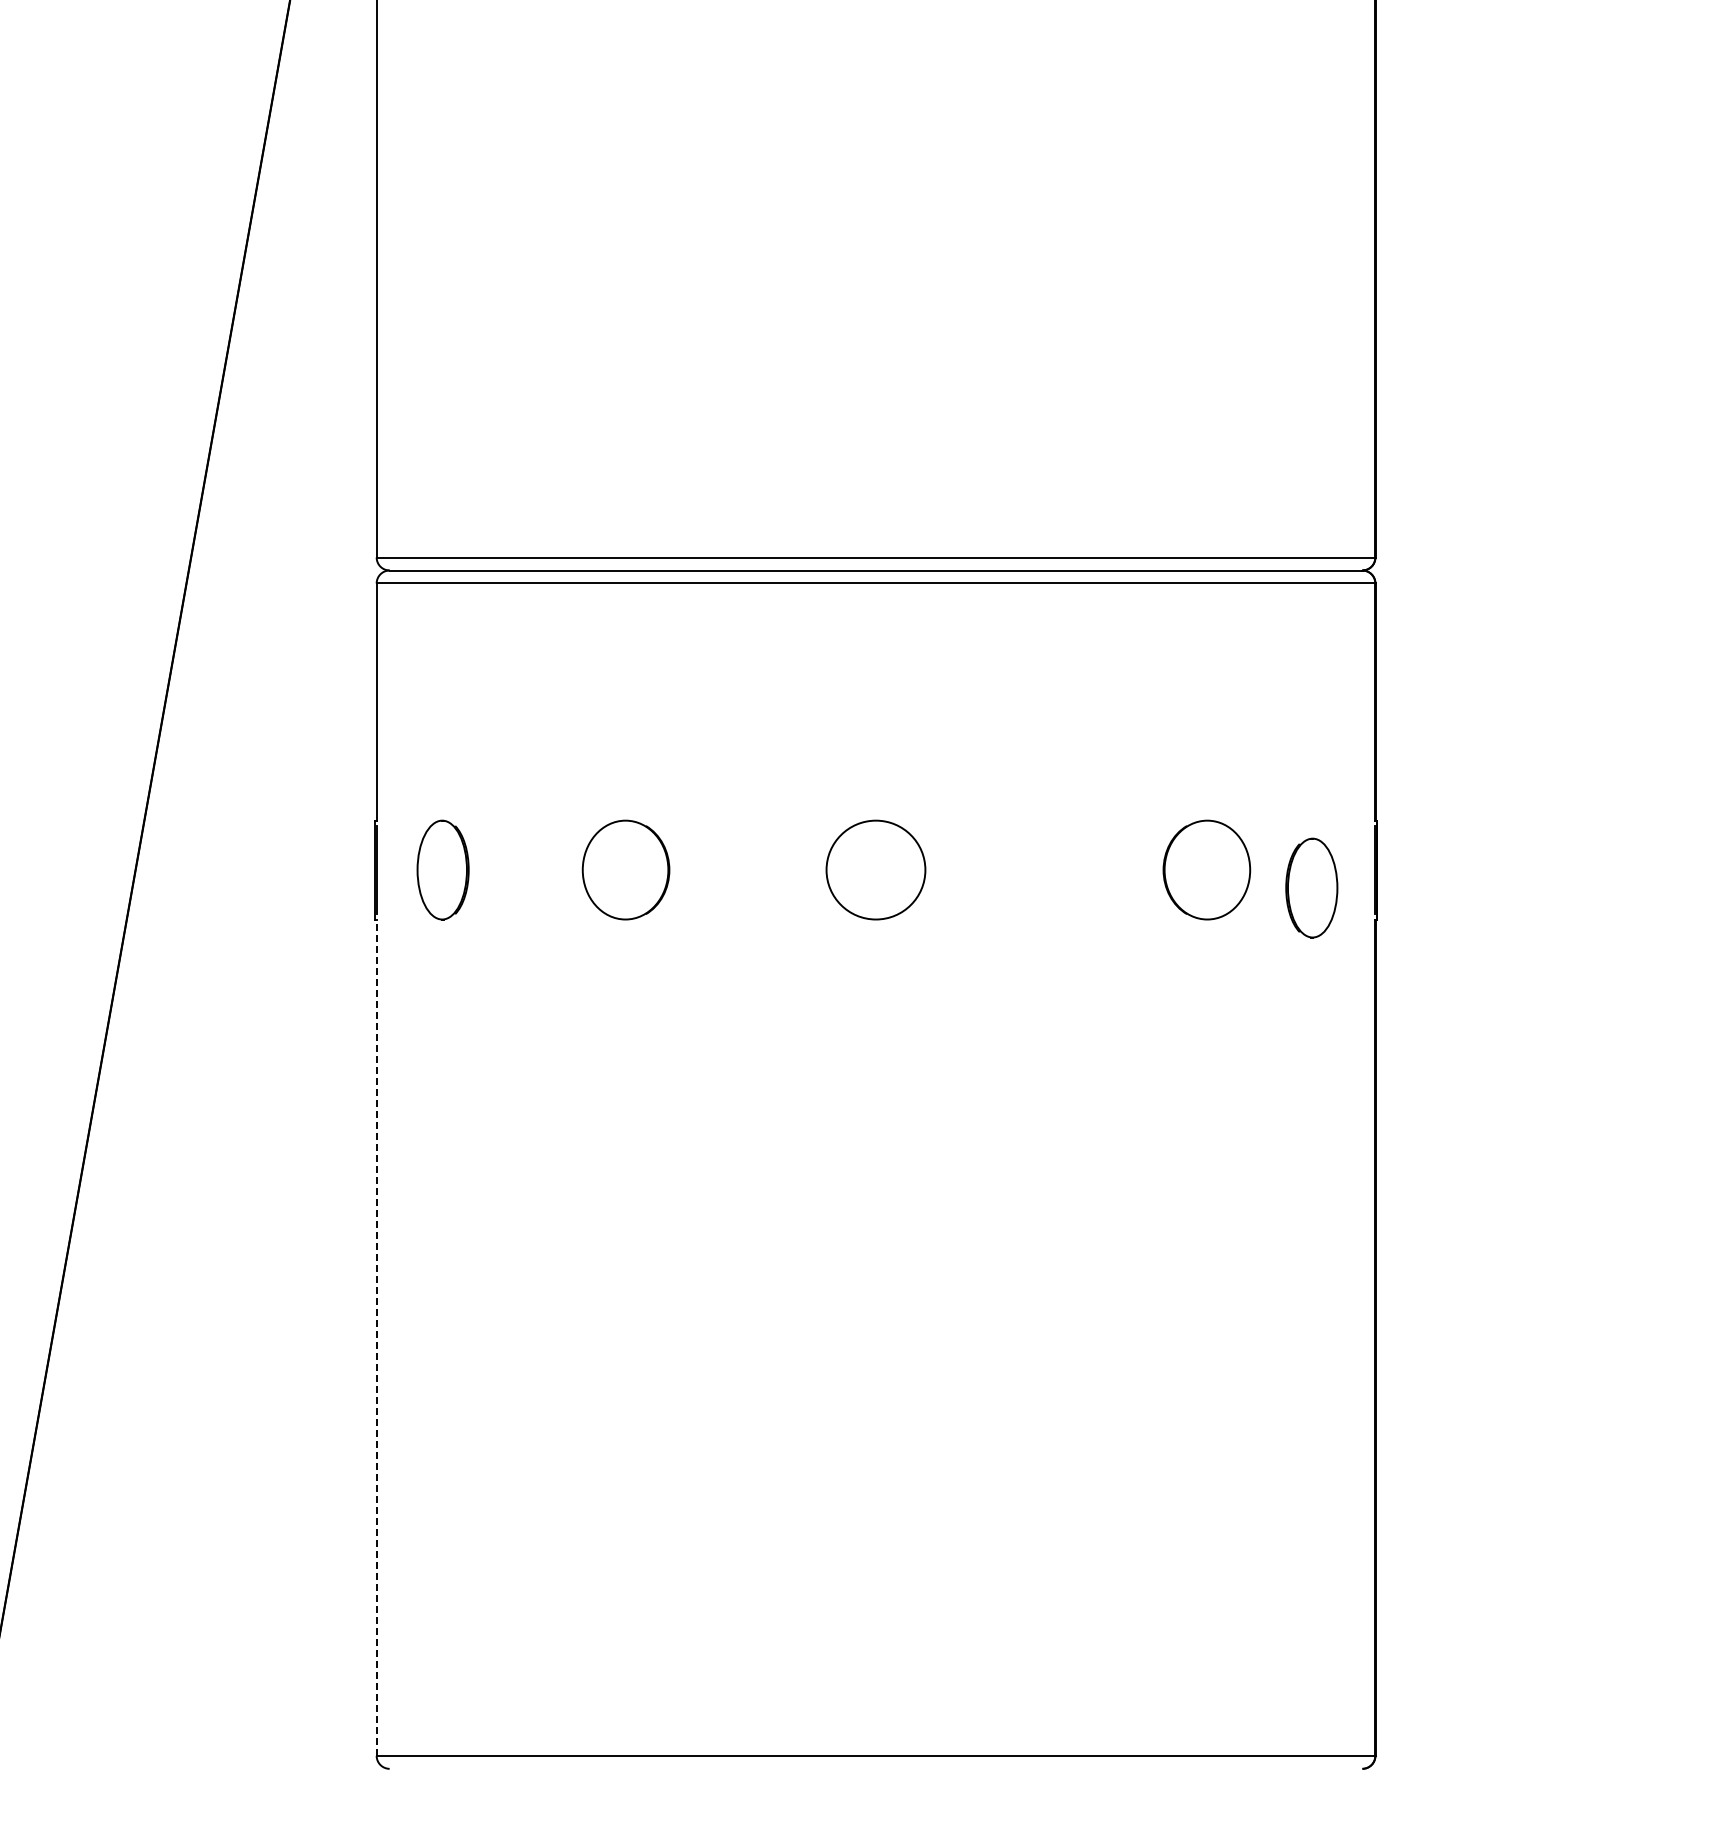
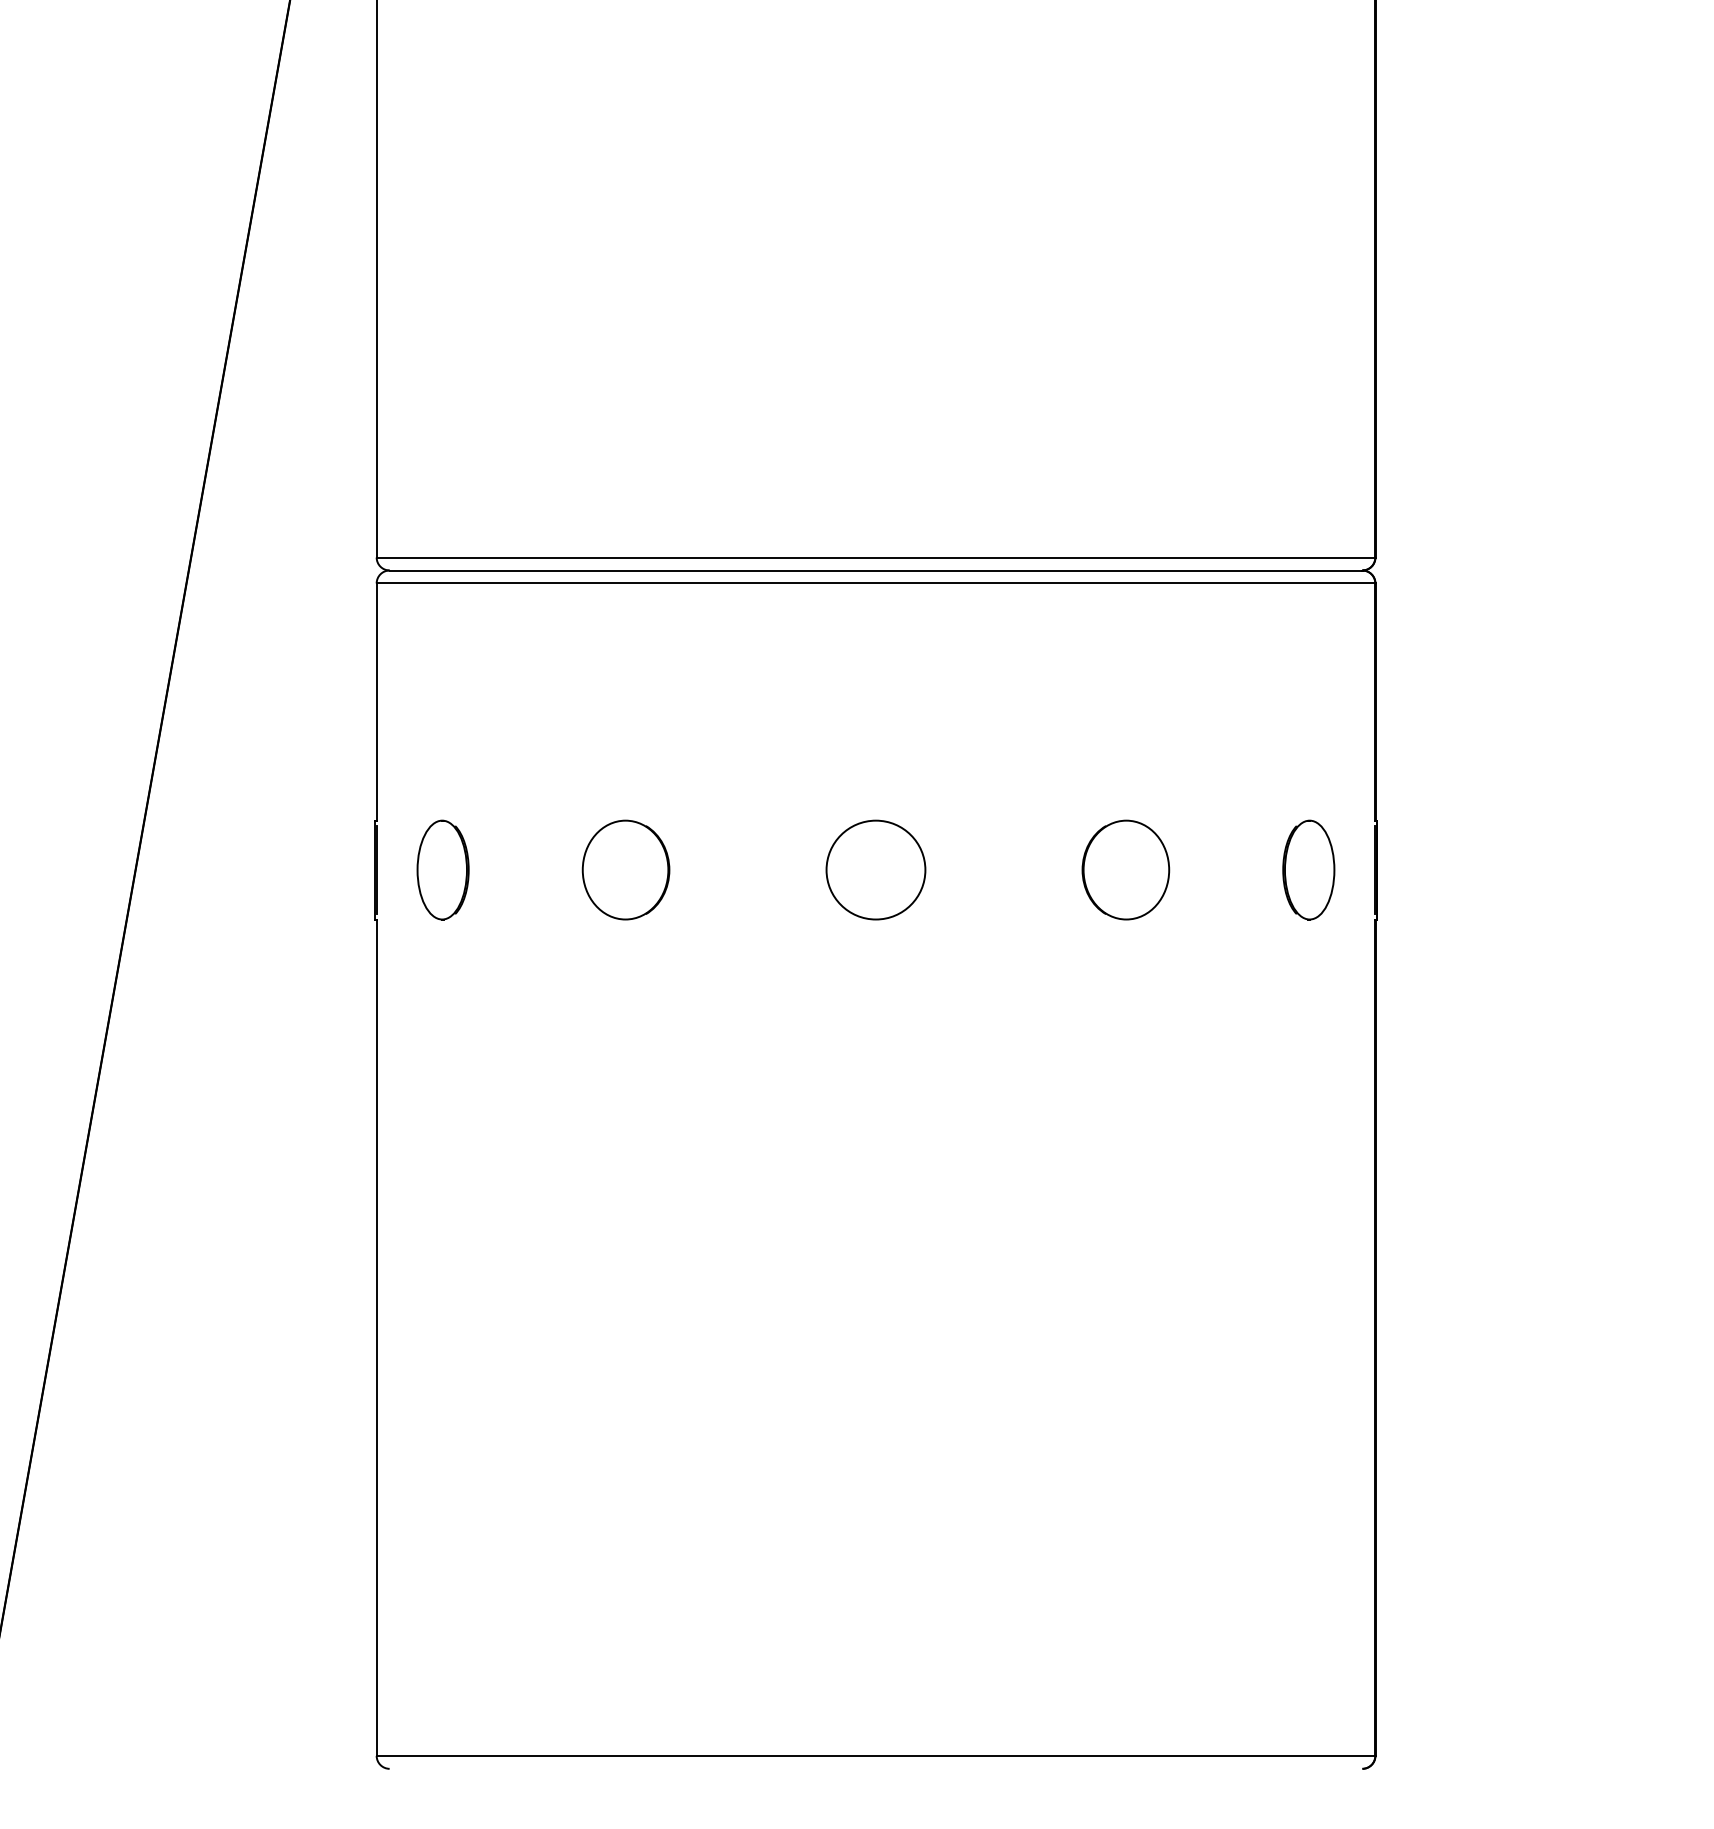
part at (1206, 869) position: (1206, 869) -> (1125, 869)
part at (1311, 887) position: (1311, 887) -> (1308, 869)
line at (376, 1337): dashed -> solid
